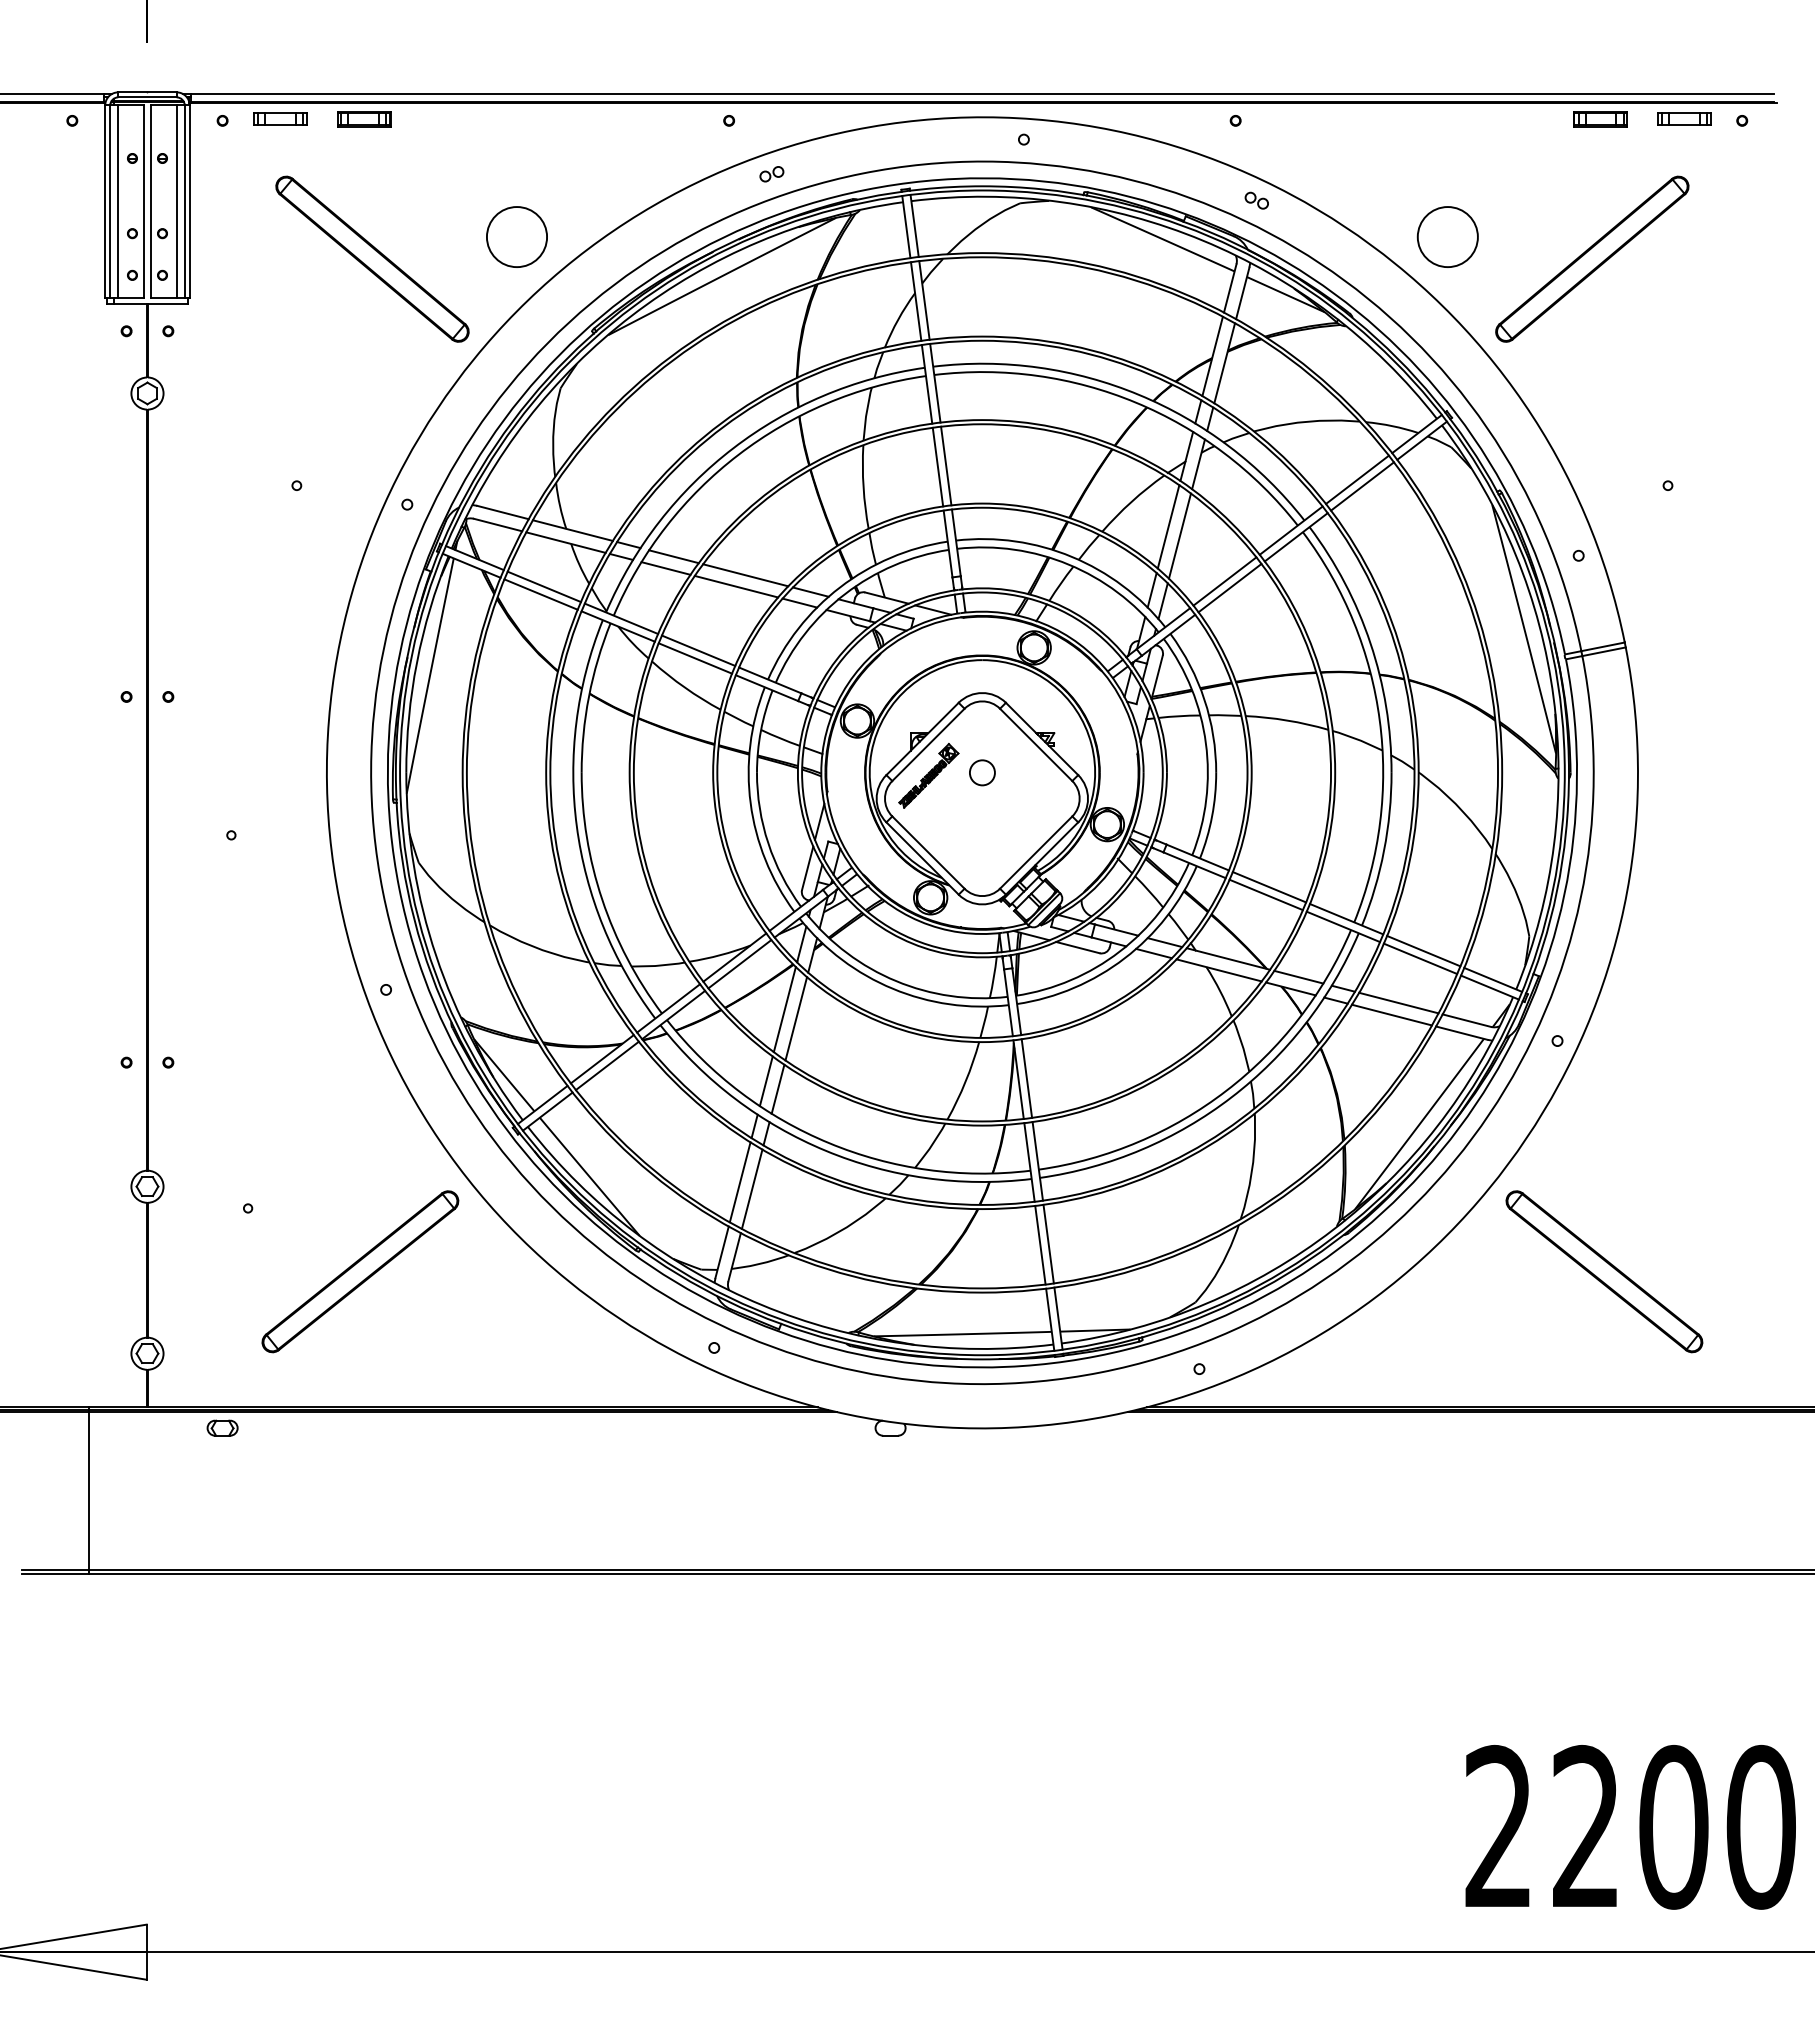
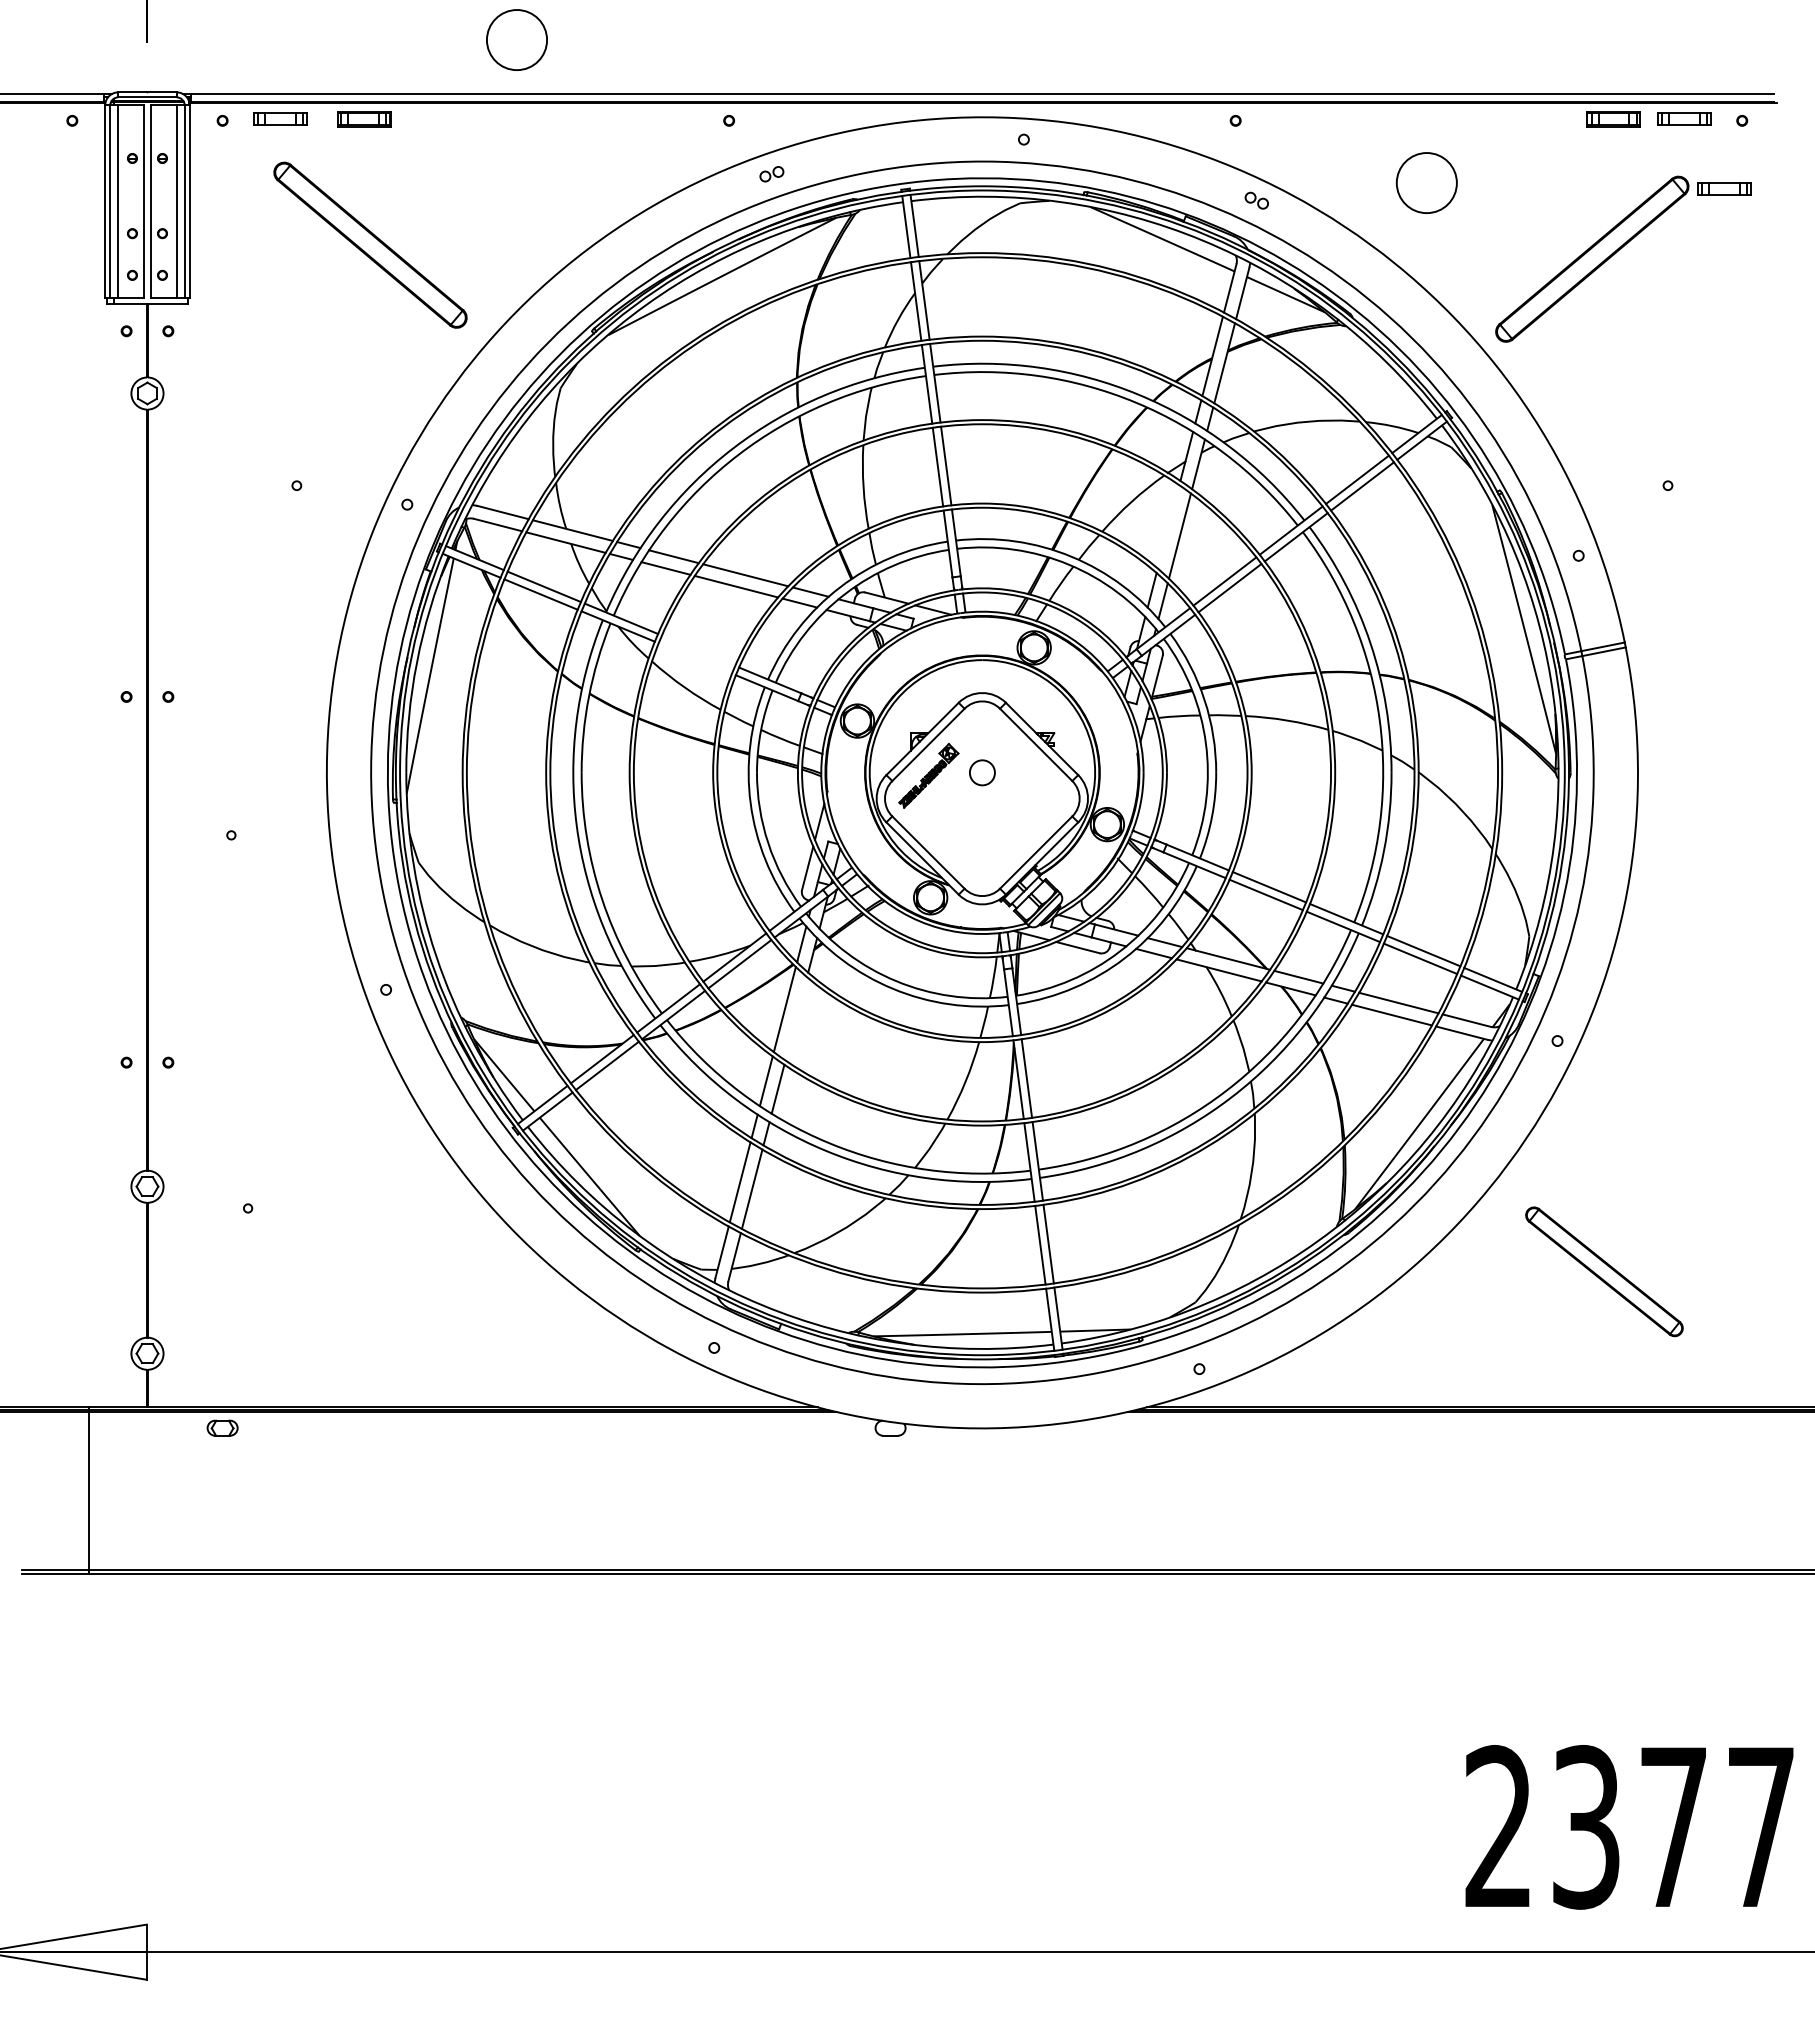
part at (1600, 119) position: (1600, 119) -> (1613, 119)
part at (1724, 188): none -> present
circle at (516, 236) position: (516, 236) -> (516, 39)
circle at (1447, 236) position: (1447, 236) -> (1426, 182)
part at (372, 258) position: (372, 258) -> (370, 244)
line at (1168, 526): present -> none
line at (698, 650): present -> none
line at (695, 658): present -> none
line at (796, 1018): present -> none
part at (360, 1271): present -> none
part at (1604, 1271) size: 199x164 px -> 159x132 px
text at (1674, 1826): 2200 -> 2377
